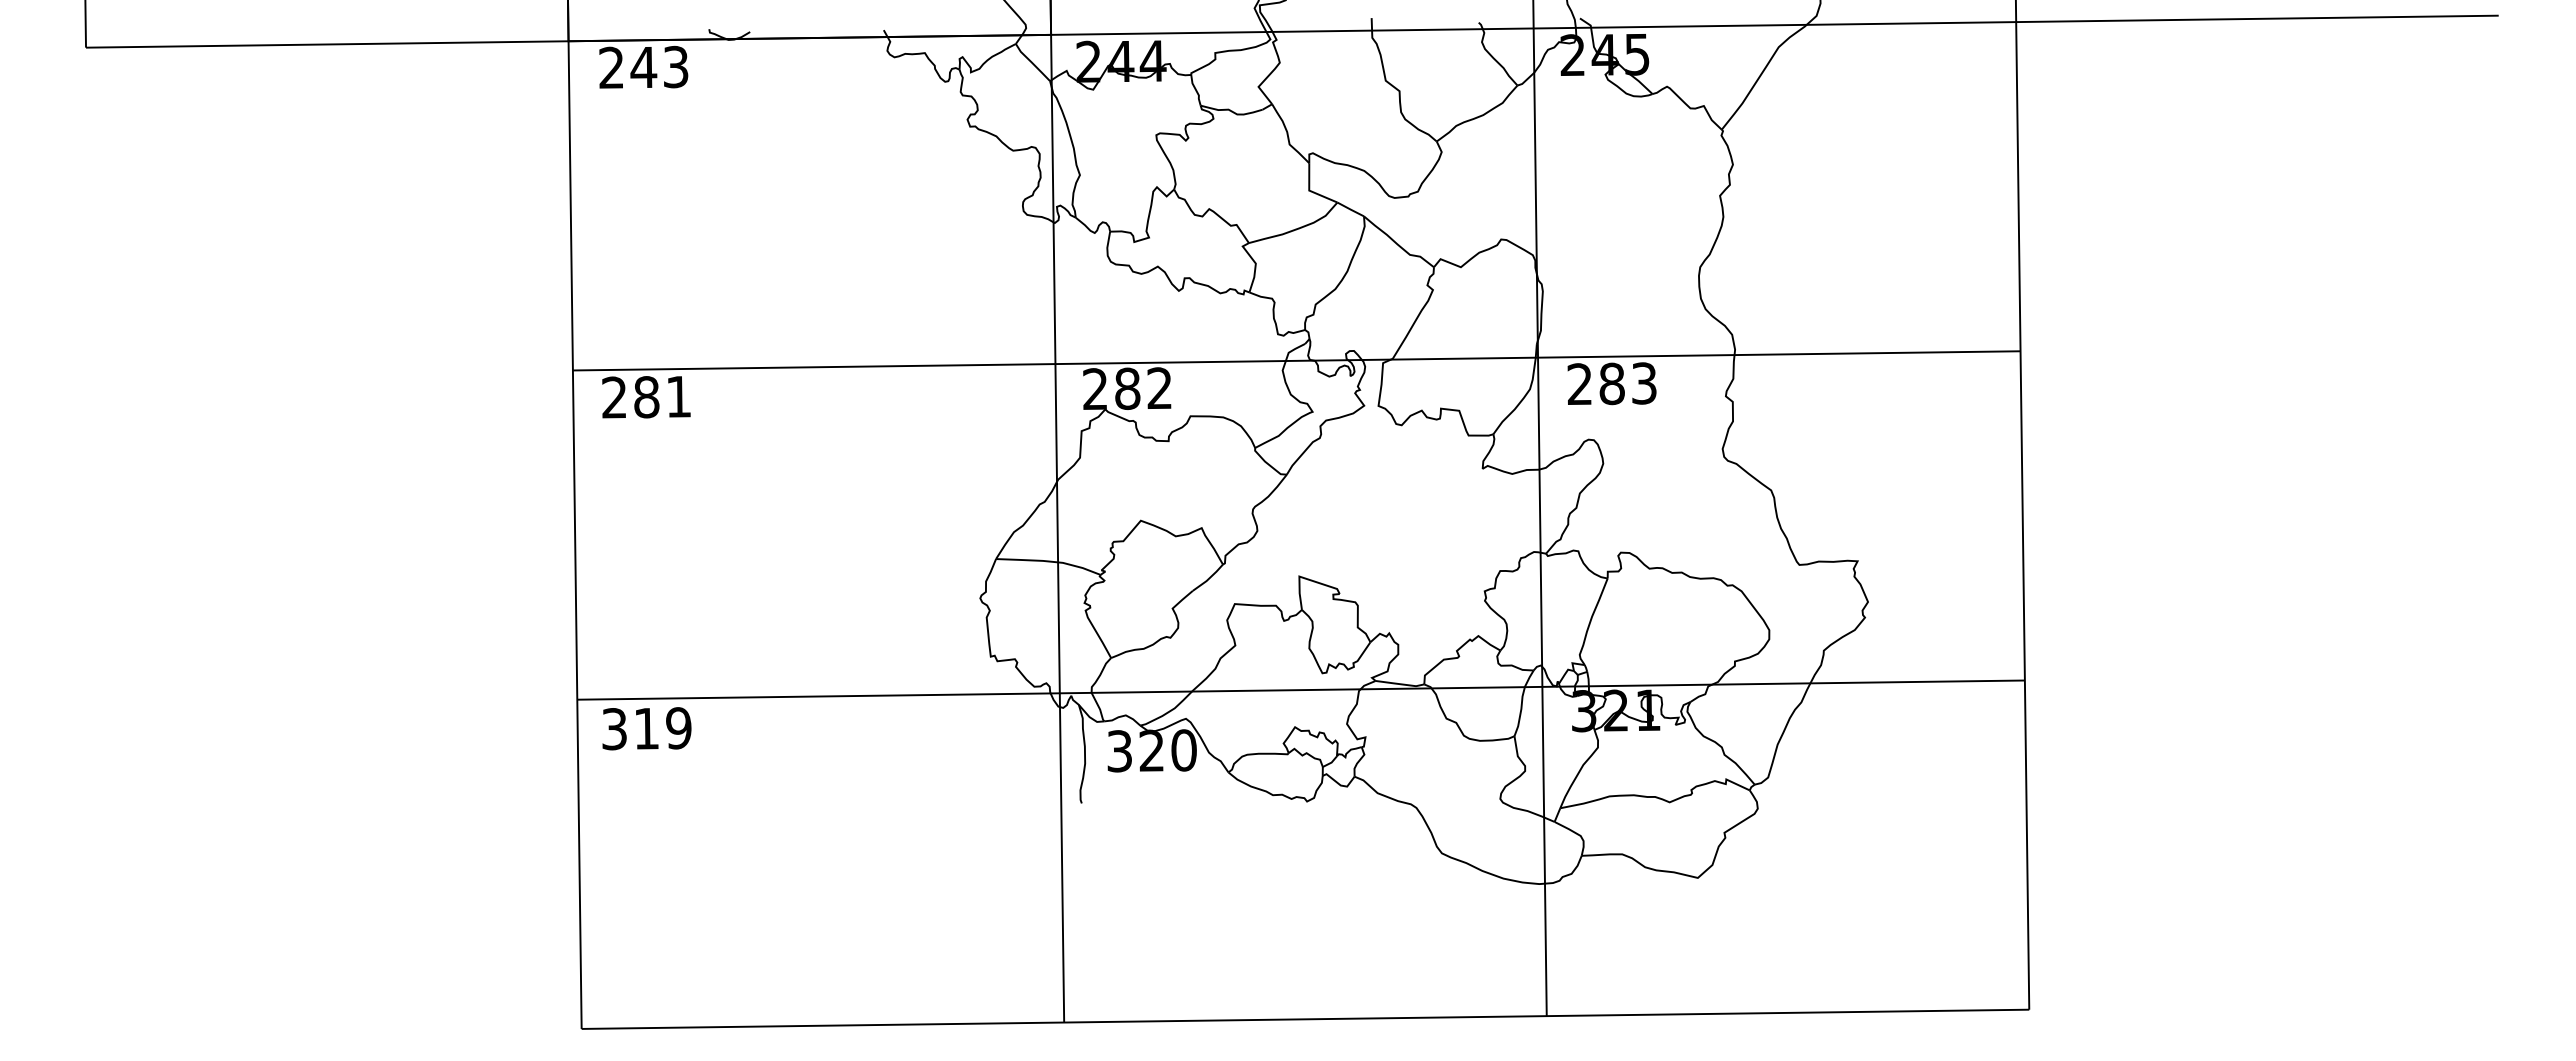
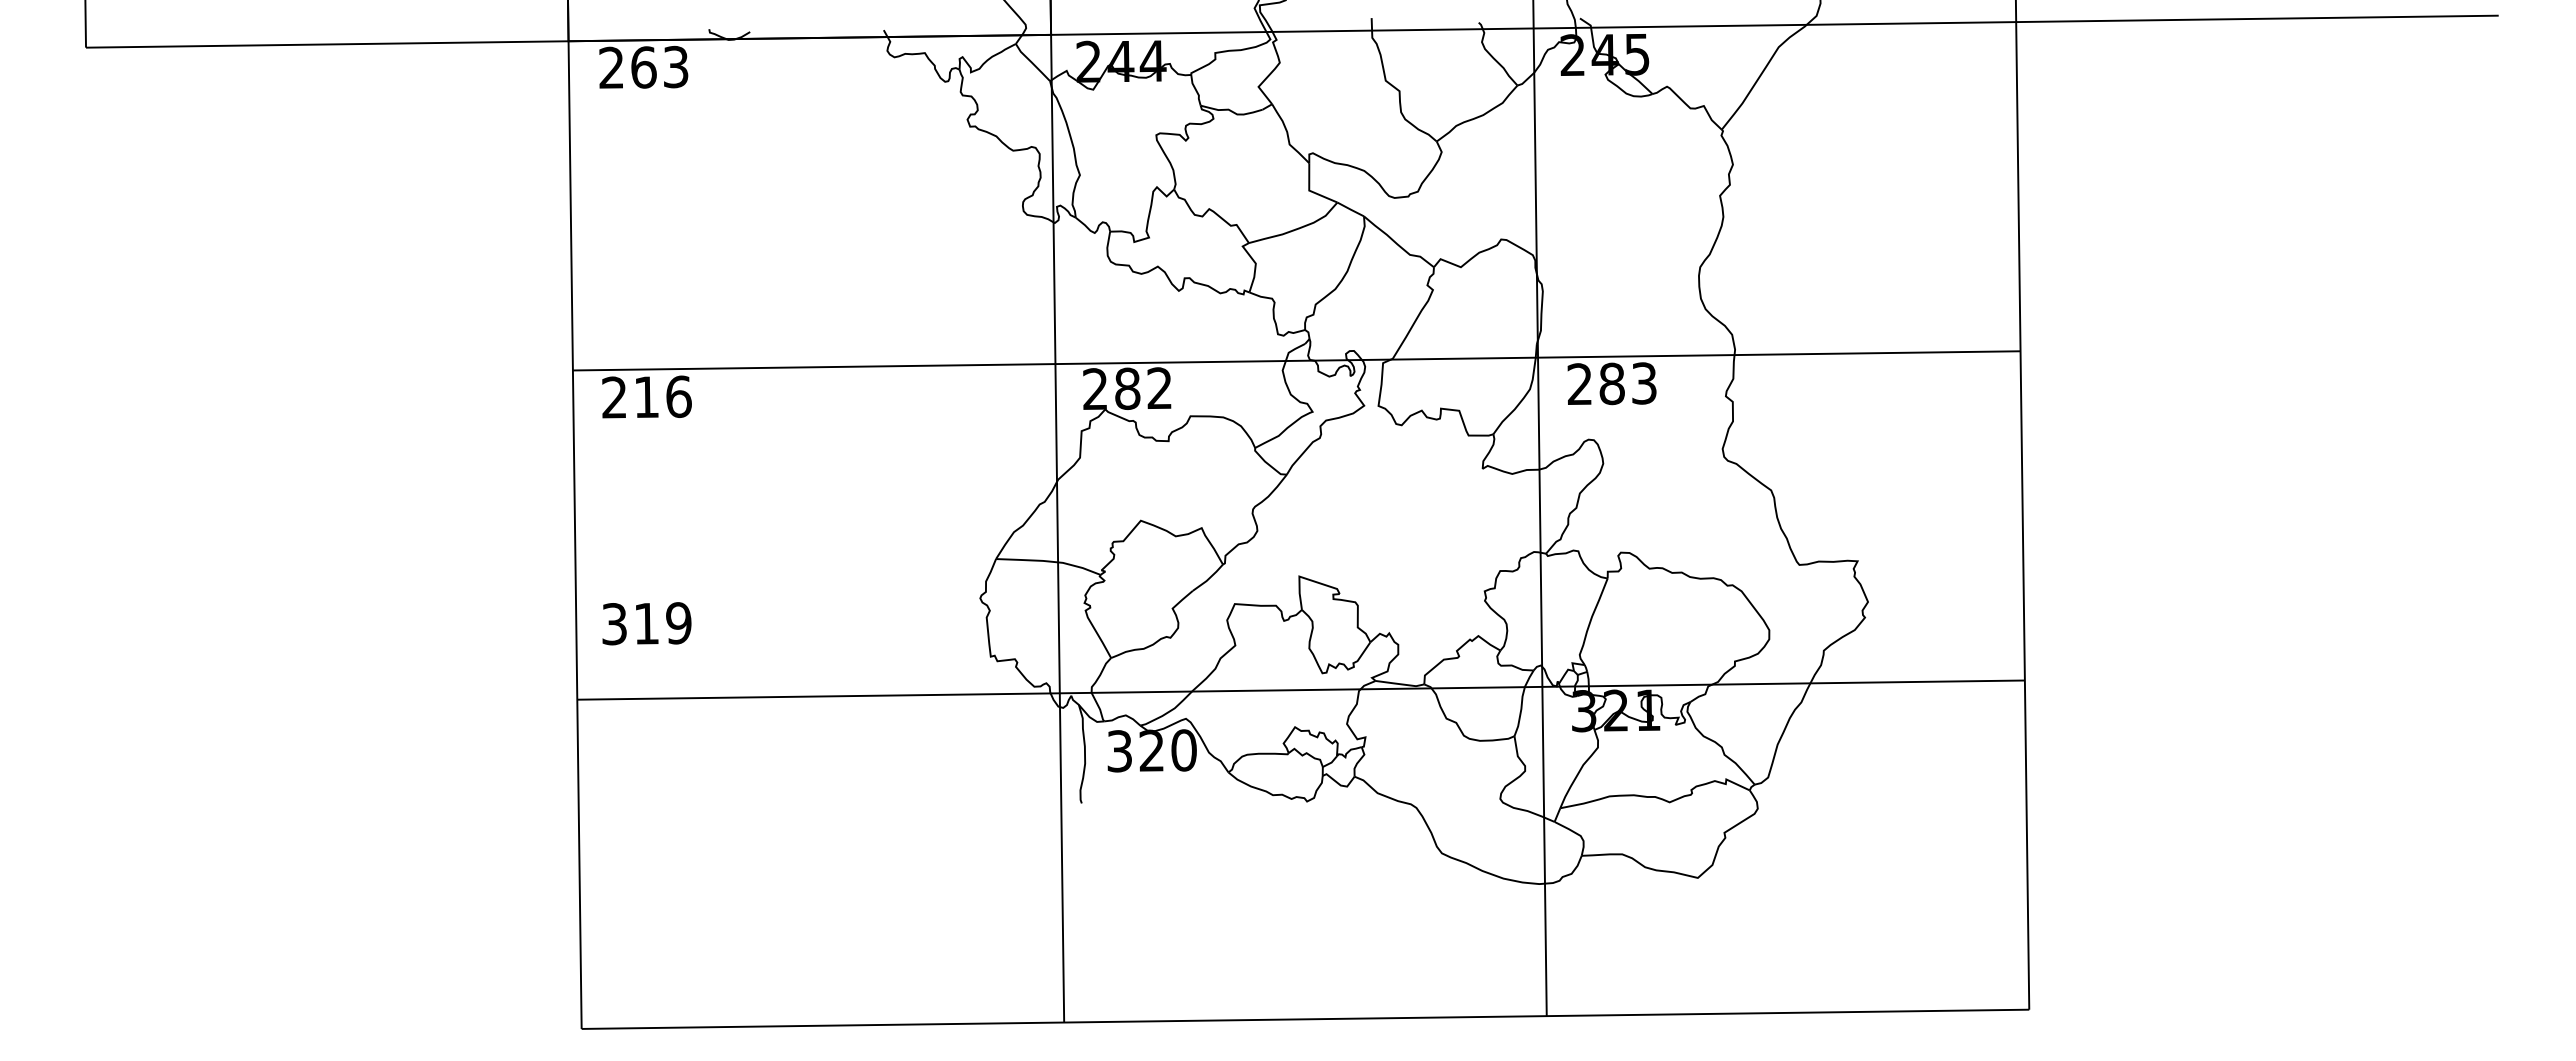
text at (643, 67): 243 -> 263
text at (662, 396): 281 -> 216
text at (646, 728) position: (646, 728) -> (646, 623)
